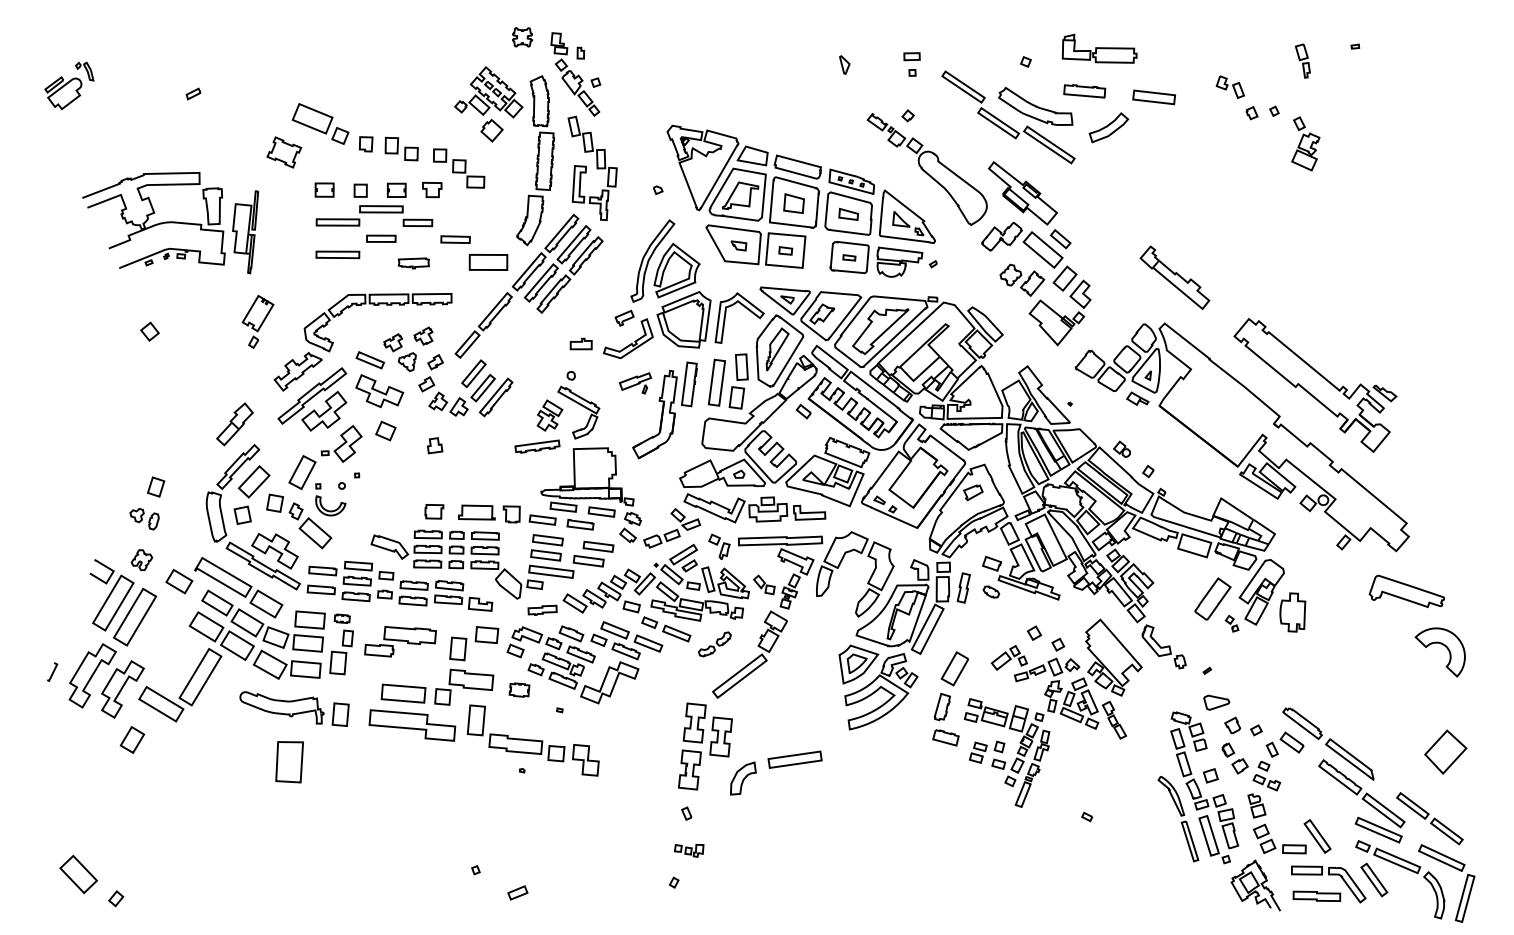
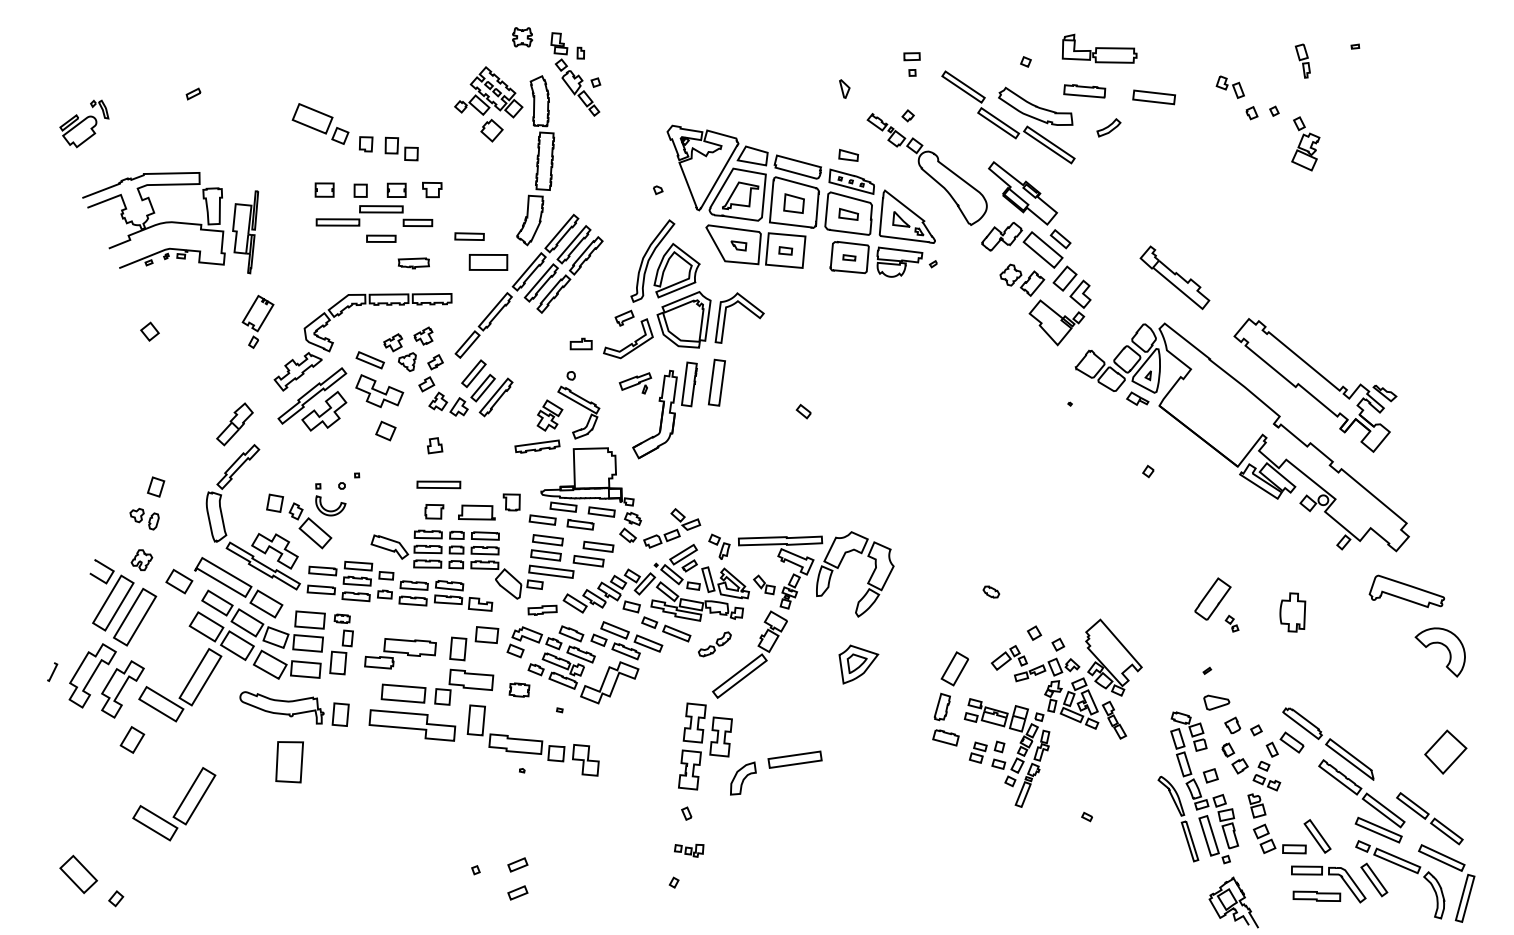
part at (844, 64) position: (844, 64) -> (844, 88)
part at (69, 85) position: (69, 85) -> (84, 123)
part at (1108, 127) size: 42x32 px -> 26x20 px
part at (284, 152): present -> none
part at (848, 154): none -> present
part at (592, 167): present -> none
part at (459, 168): present -> none
part at (455, 239) position: (455, 239) -> (469, 236)
part at (337, 254) position: (337, 254) -> (438, 484)
part at (325, 457): present -> none
part at (251, 494): present -> none
part at (981, 508): present -> none
part at (511, 514) position: (511, 514) -> (511, 502)
part at (400, 641) position: (400, 641) -> (400, 653)
part at (174, 804): none -> present
part at (517, 864): none -> present
part at (1255, 885) position: (1255, 885) -> (1233, 902)
